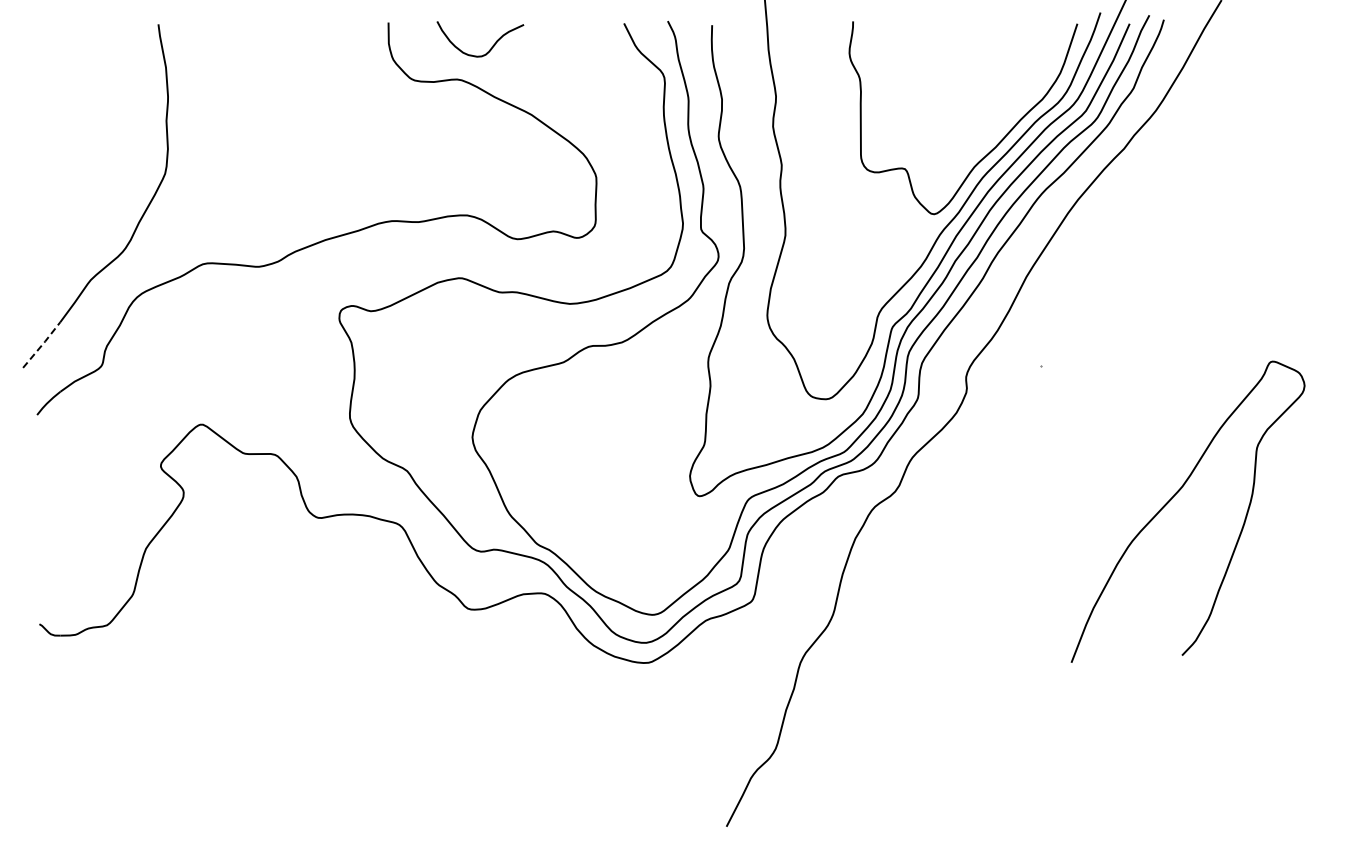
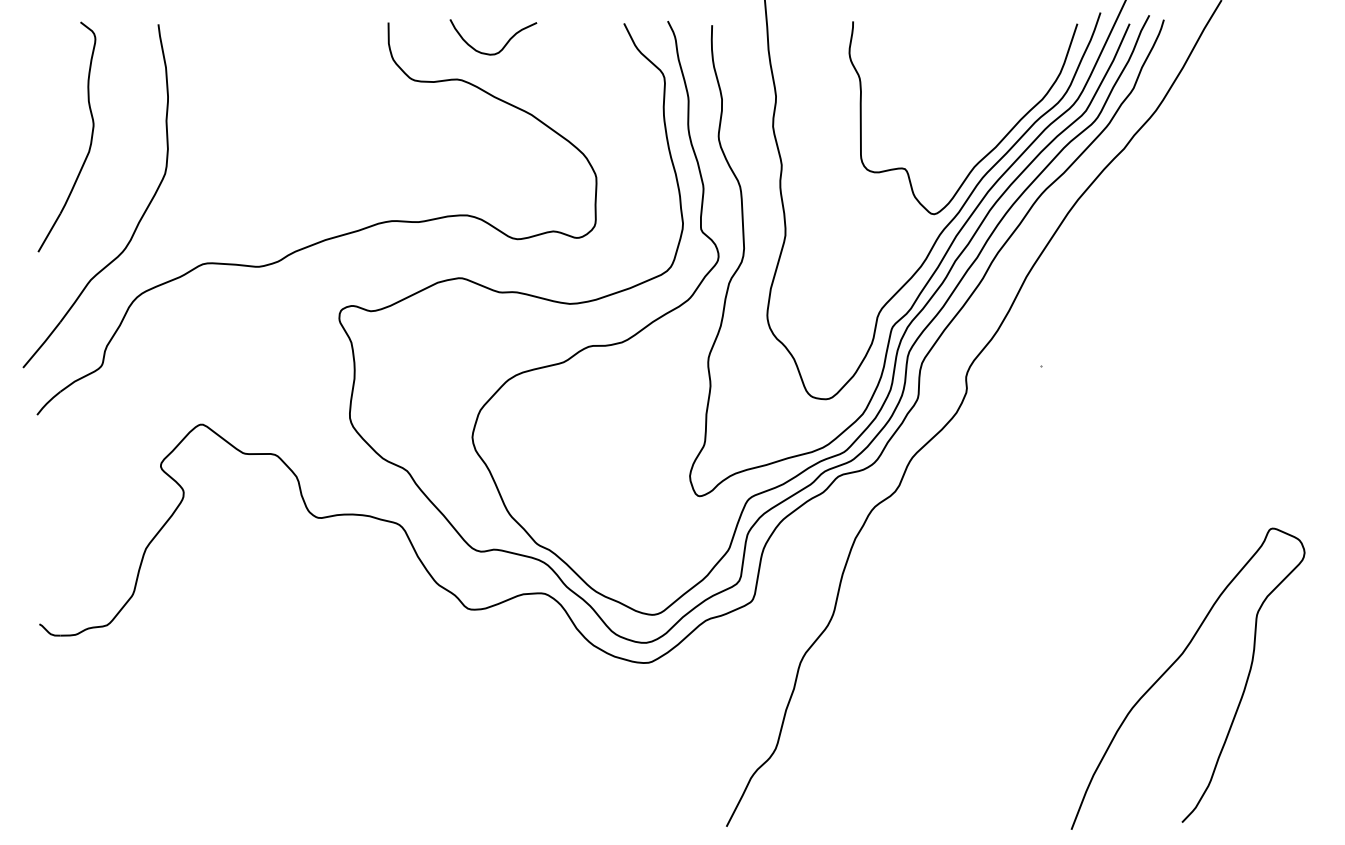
curve at (492, 45) position: (492, 45) -> (505, 43)
part at (90, 139): none -> present
line at (42, 344): dashed -> solid
curve at (1171, 500) position: (1171, 500) -> (1171, 667)
